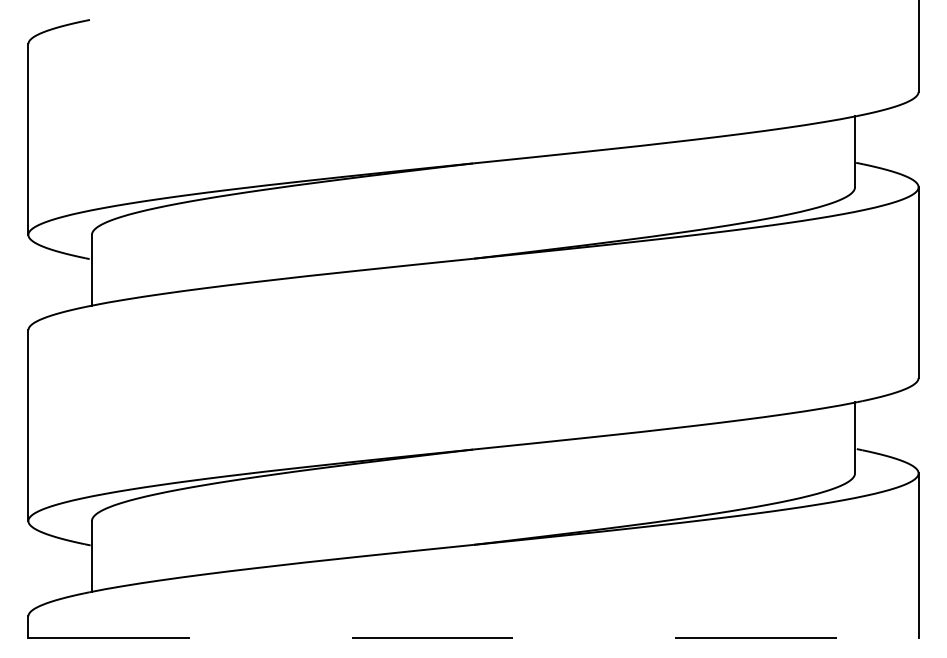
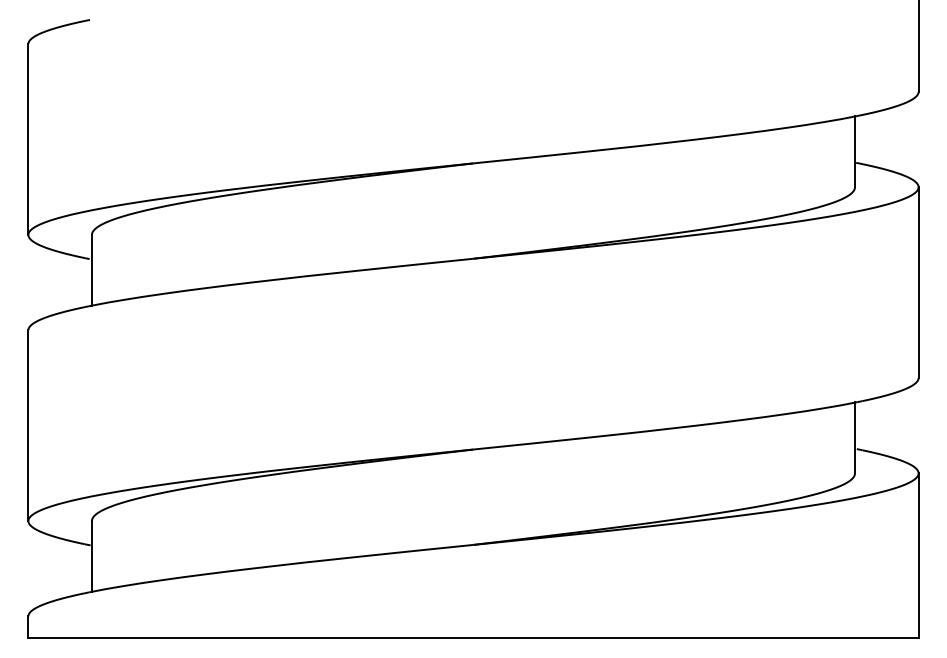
line at (474, 638): dashed -> solid
